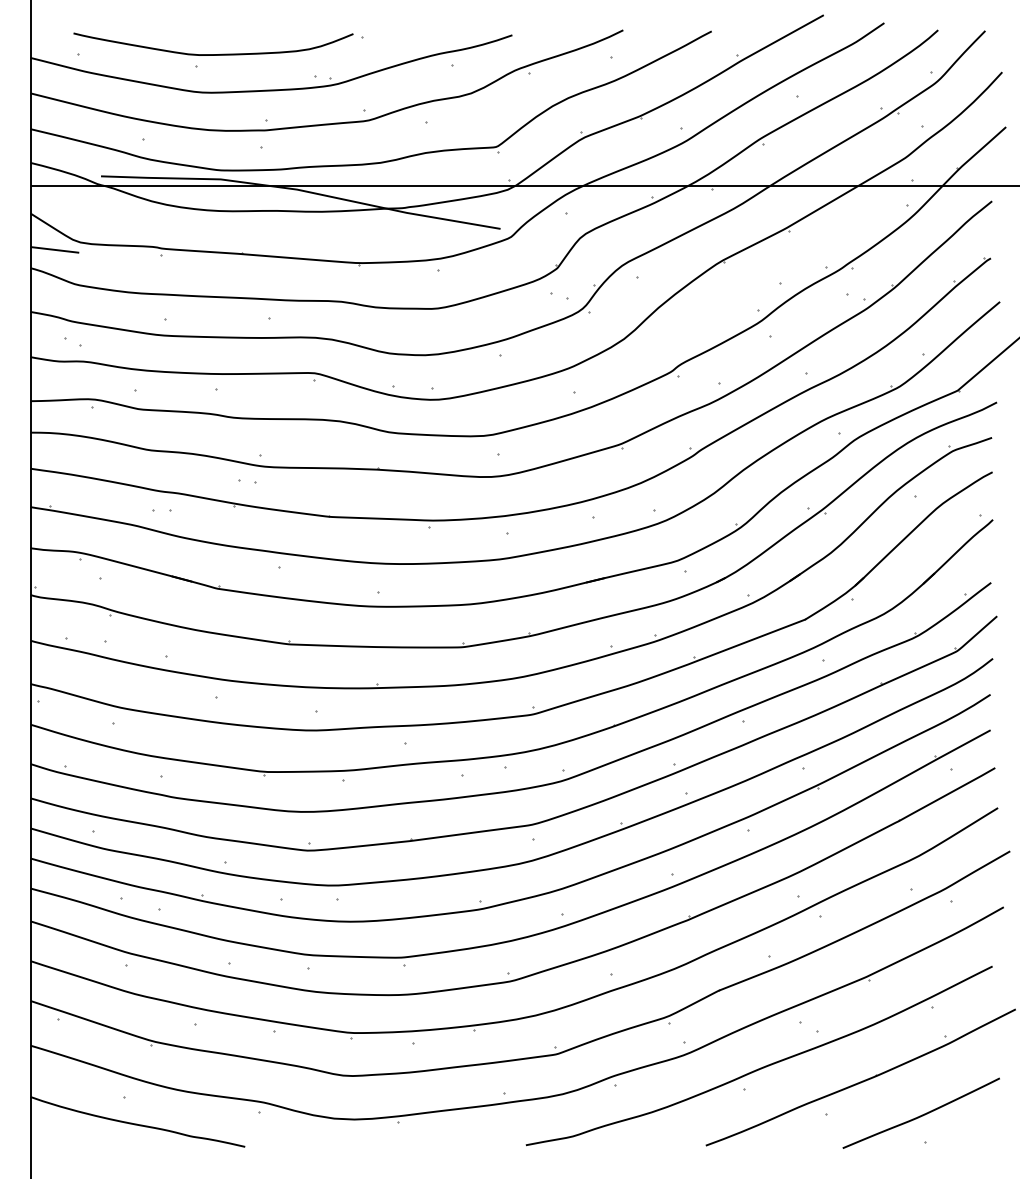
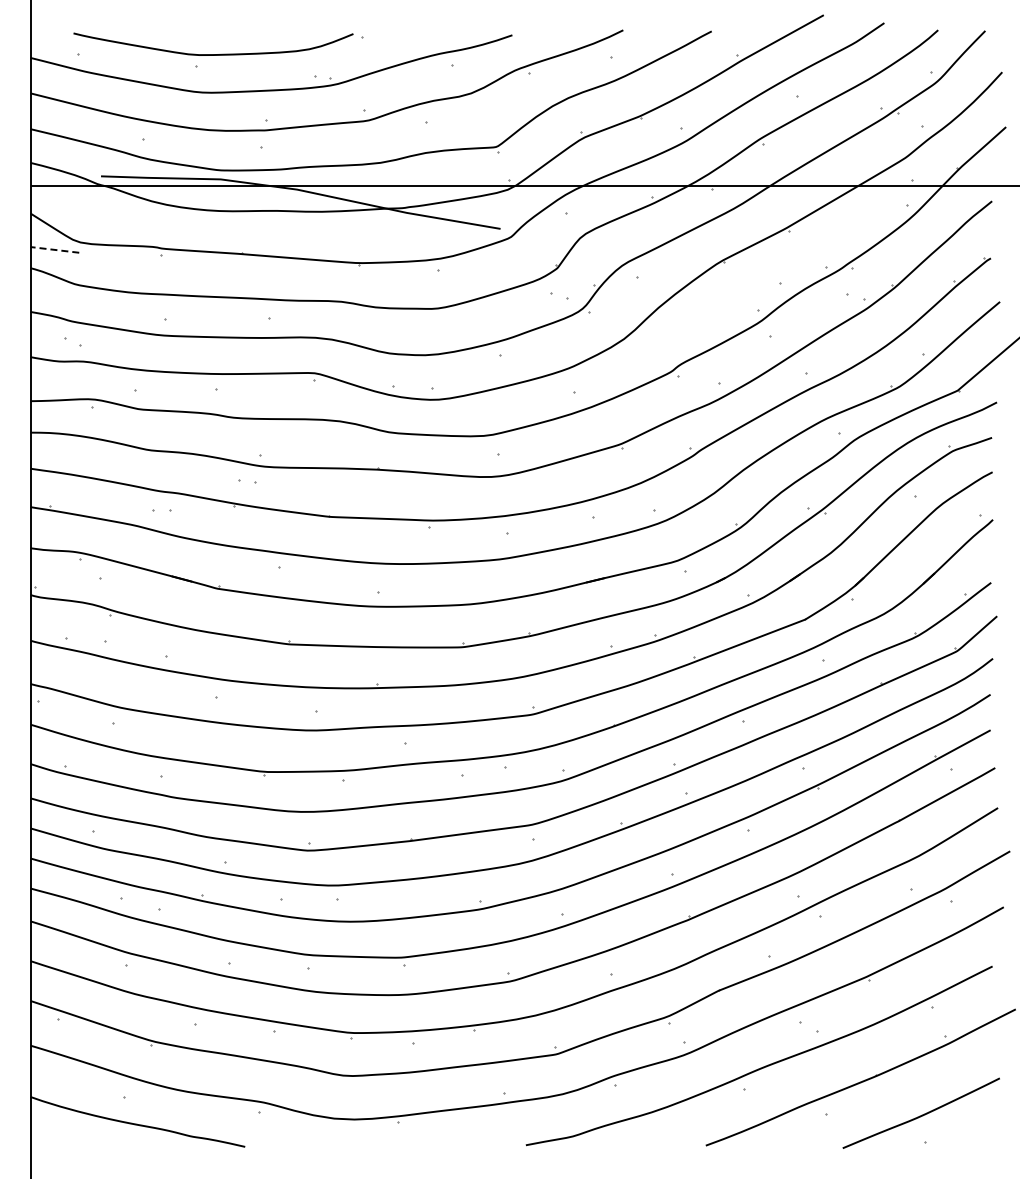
line at (54, 249): solid -> dashed
